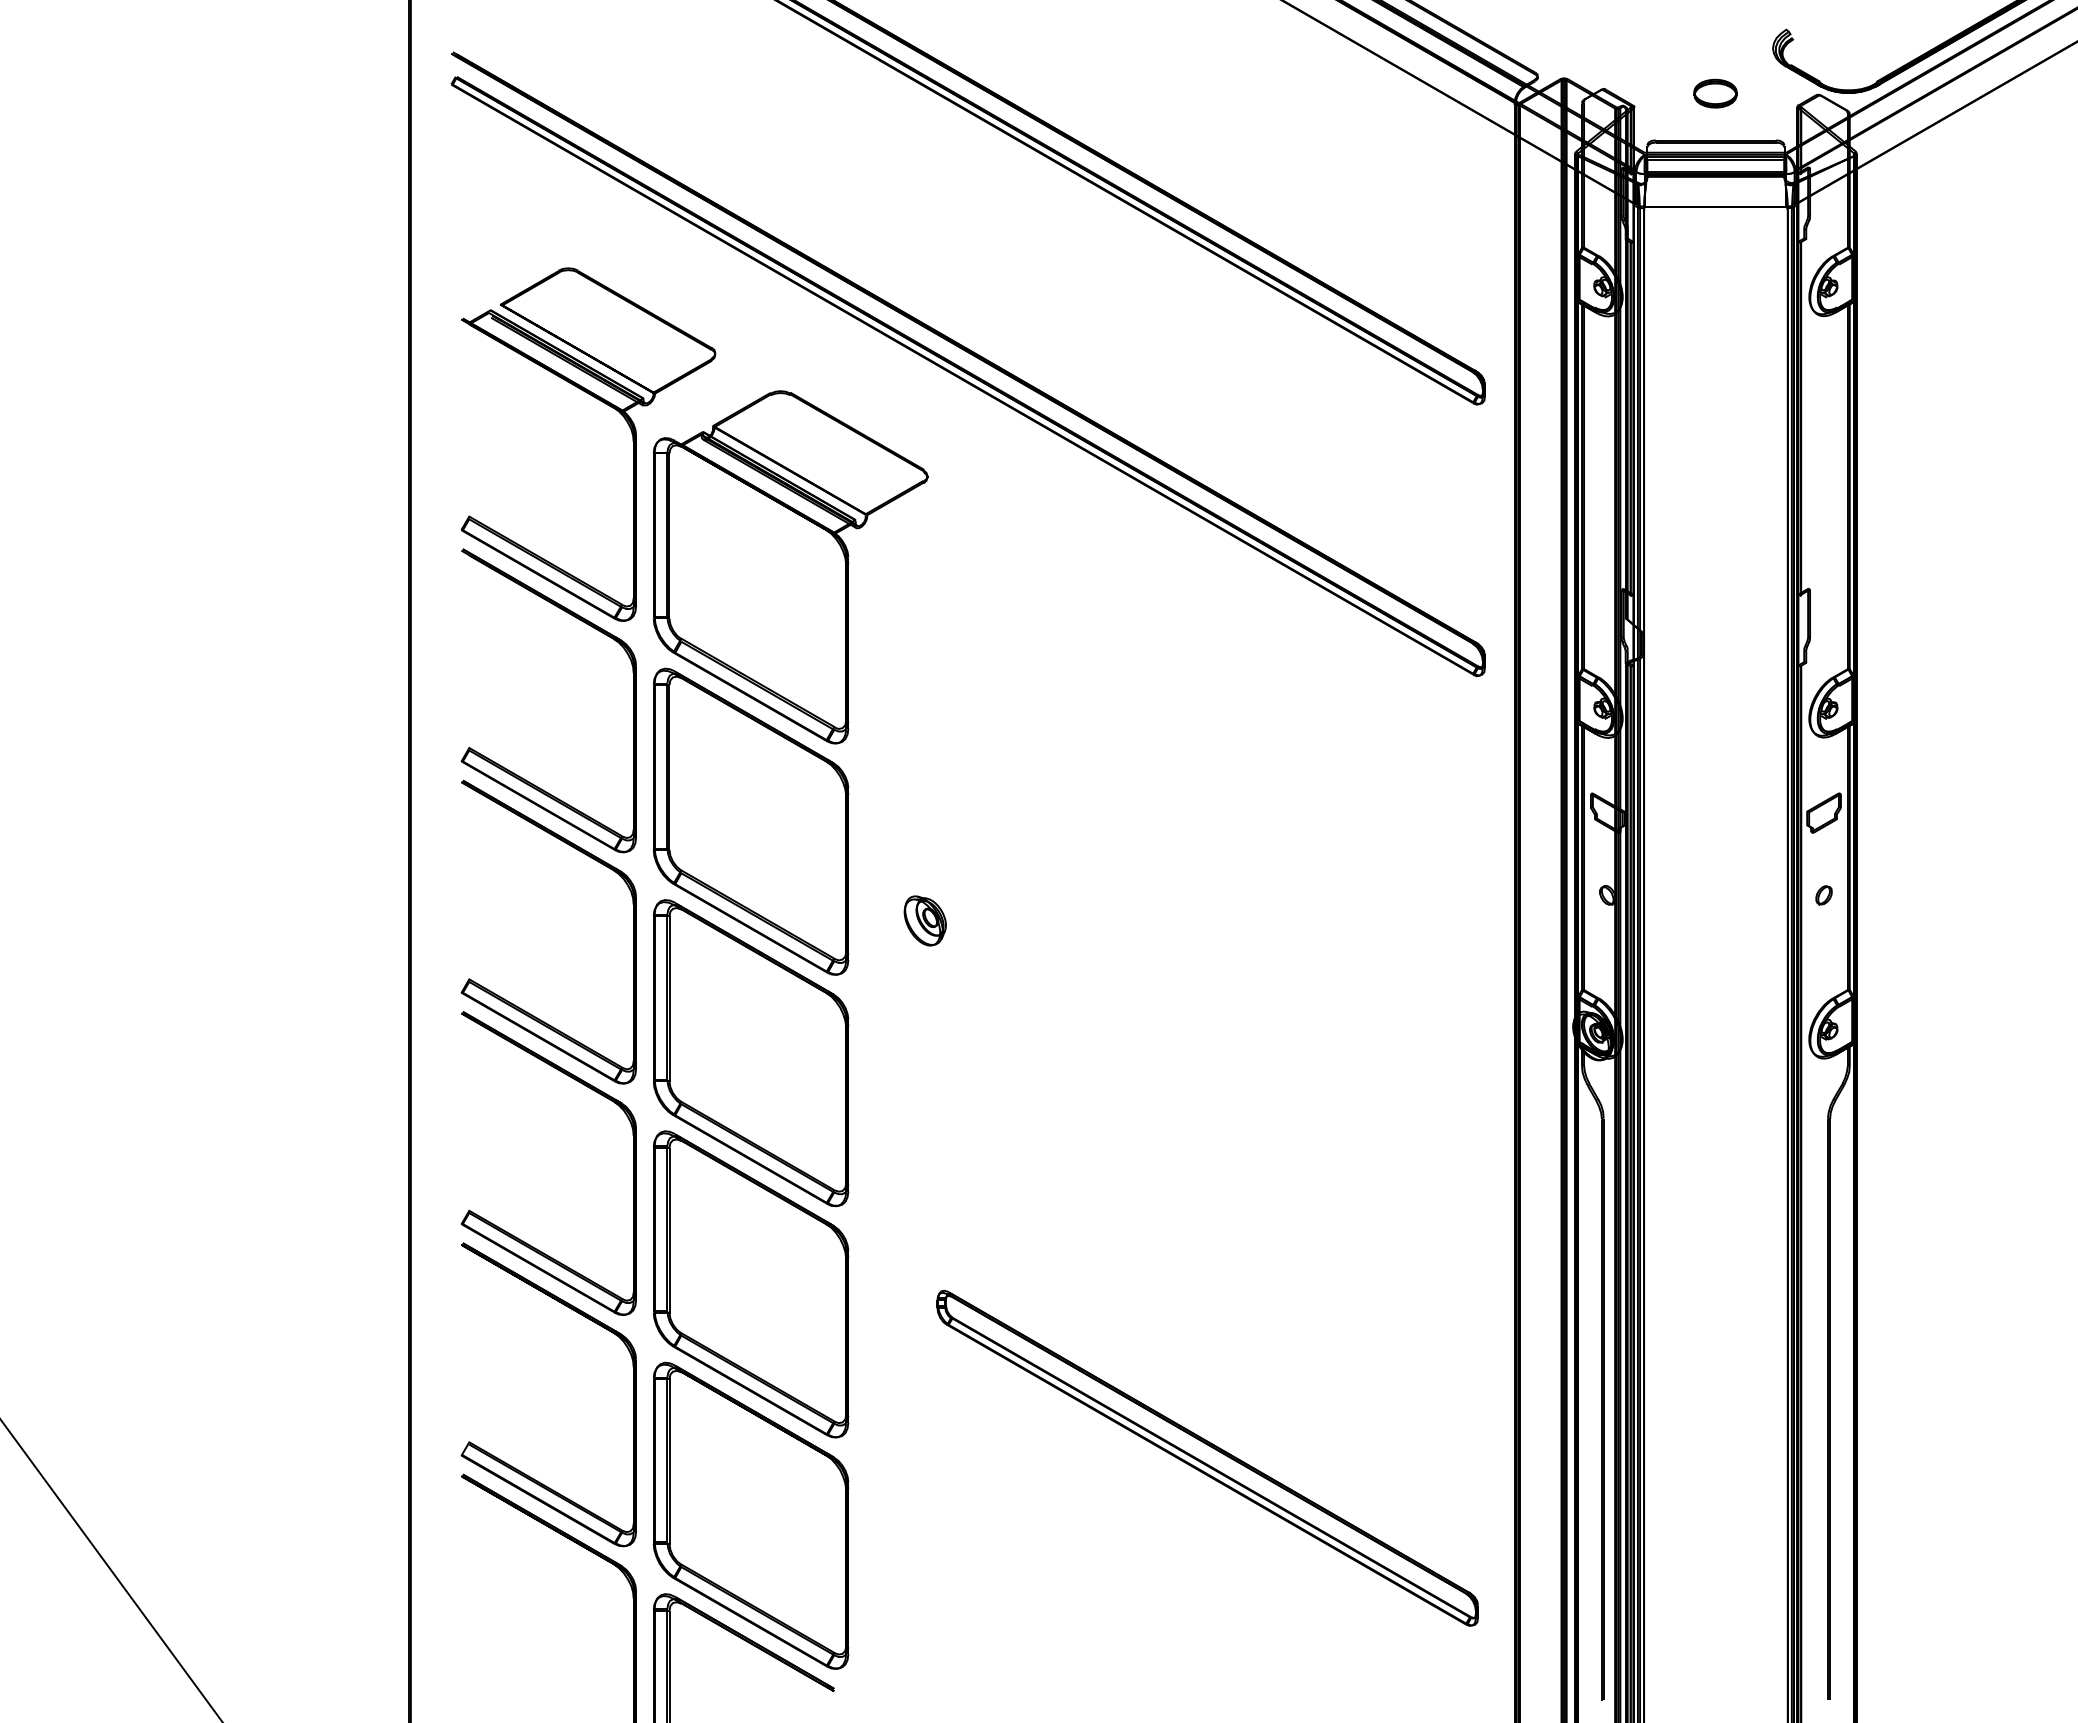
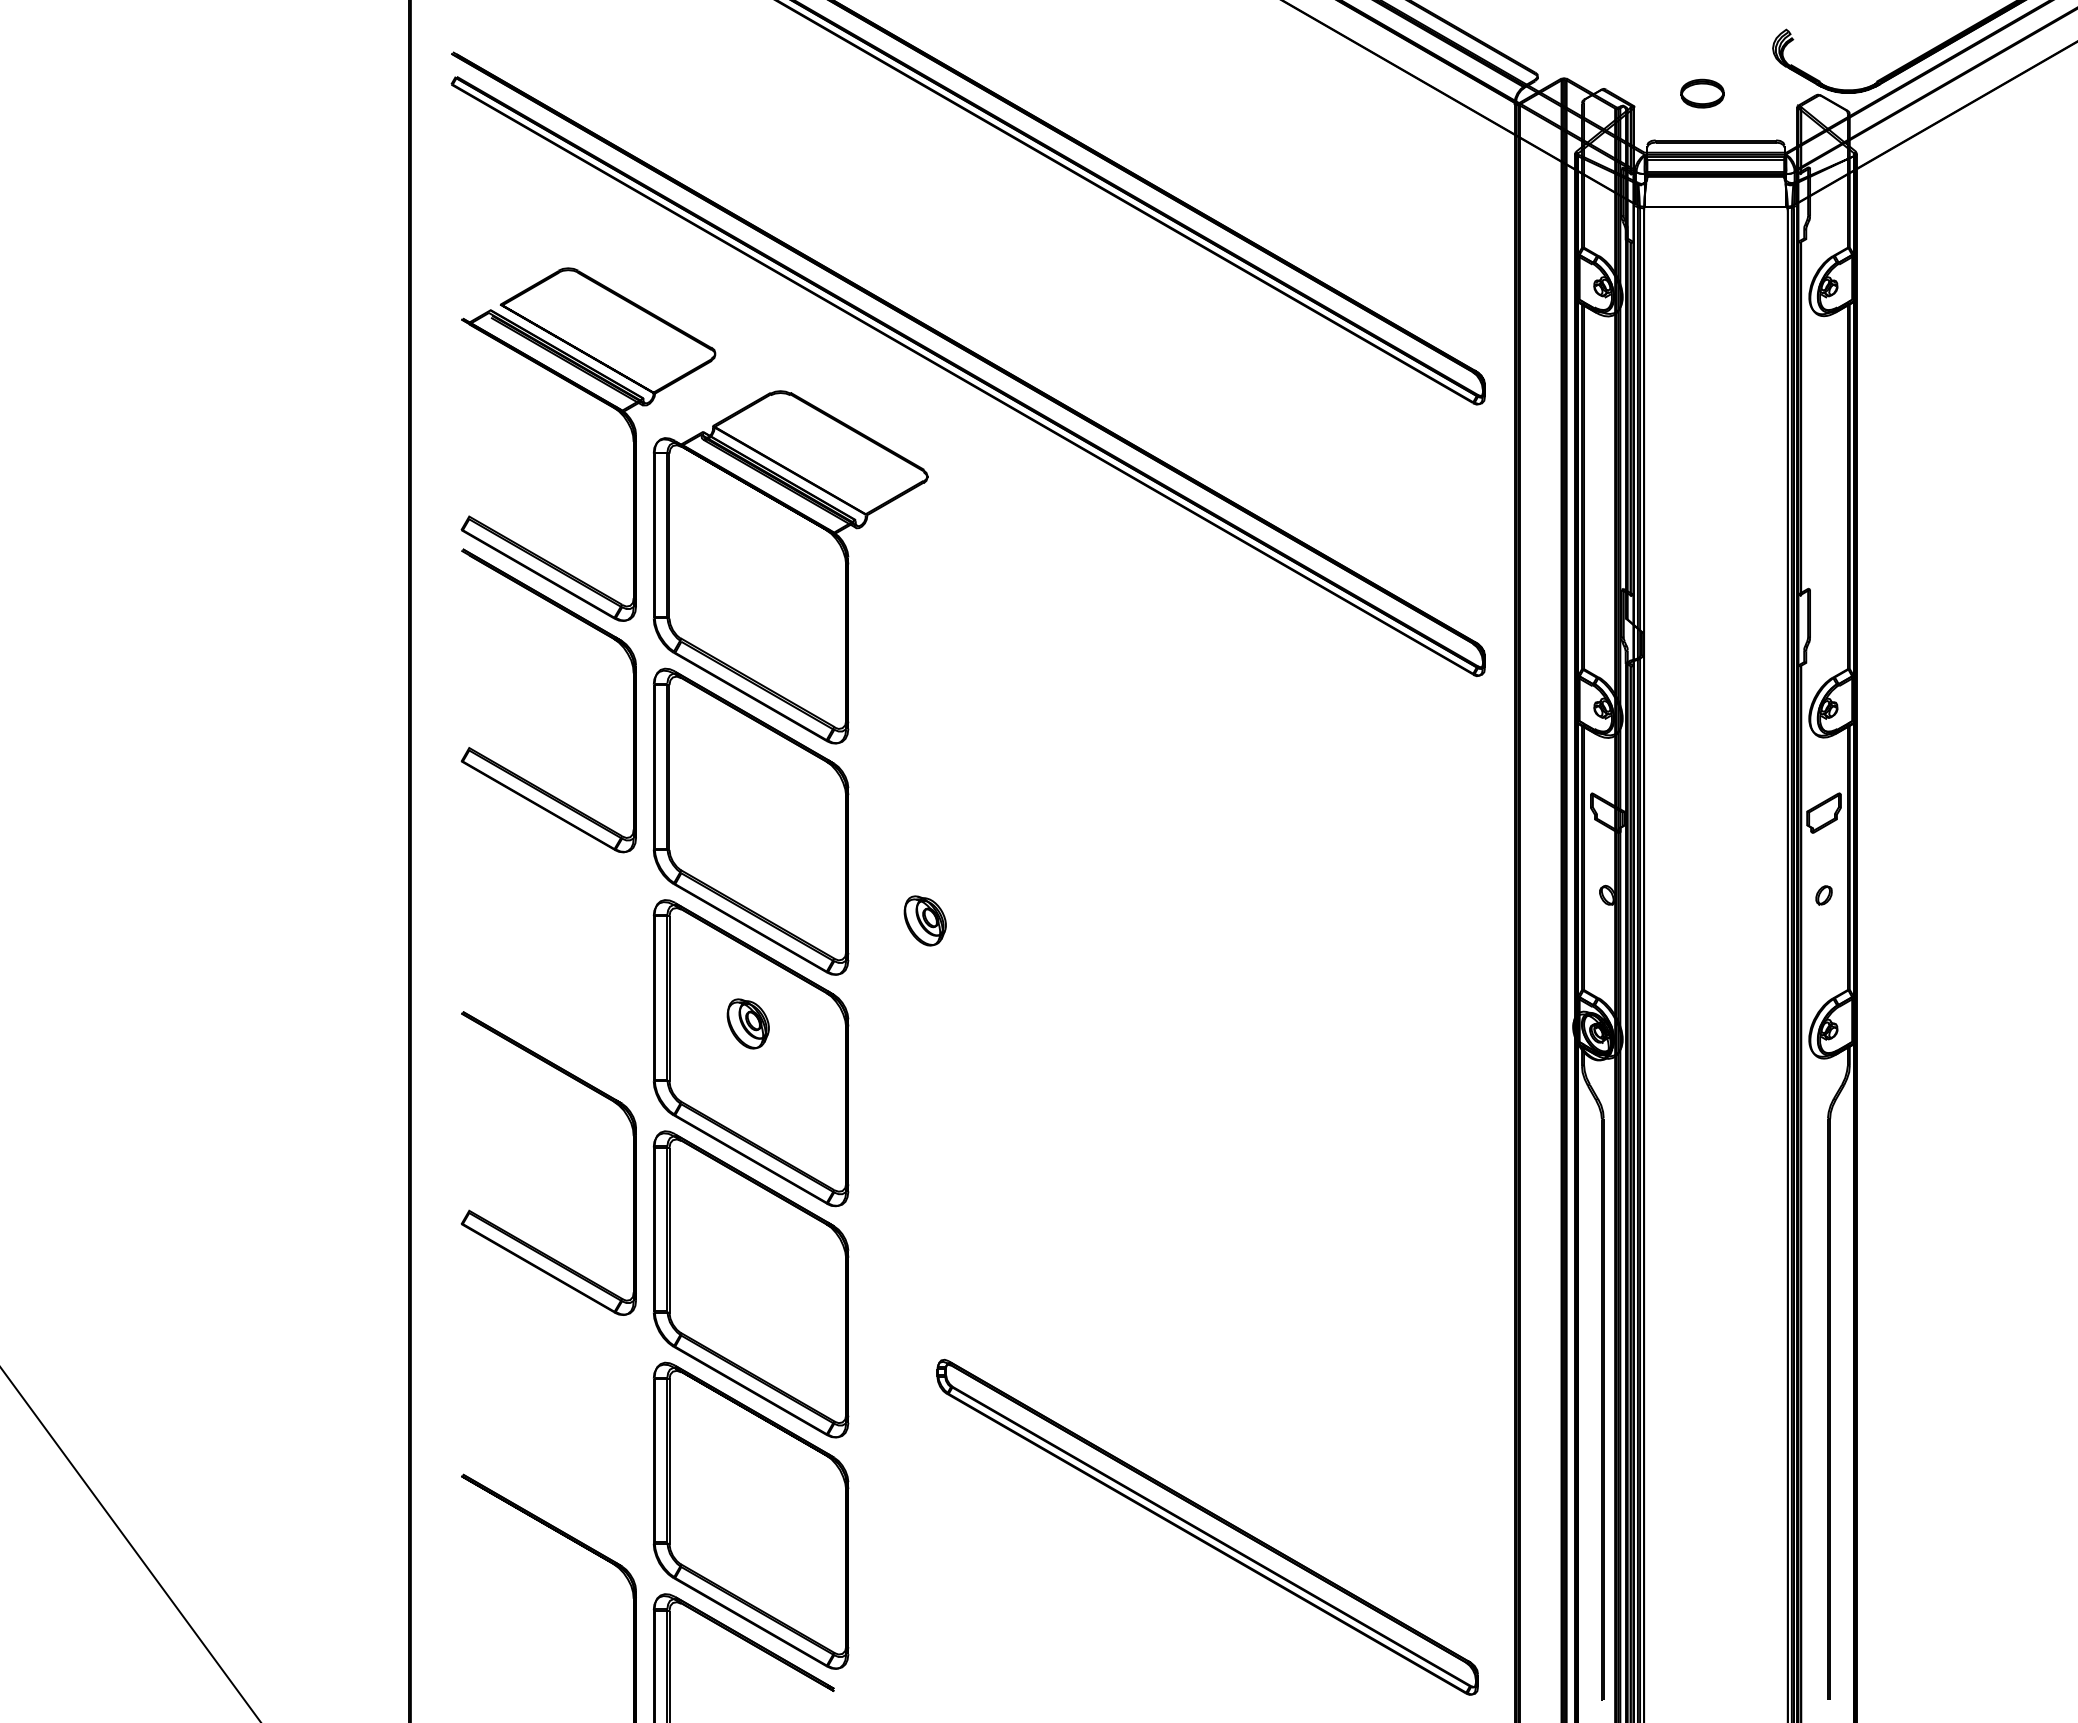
part at (1715, 93) position: (1715, 93) -> (1702, 93)
part at (508, 1000): present -> none
part at (747, 1023): none -> present
part at (1207, 1457) position: (1207, 1457) -> (1207, 1526)
part at (508, 1463): present -> none
line at (111, 1570) position: (111, 1570) -> (130, 1544)
